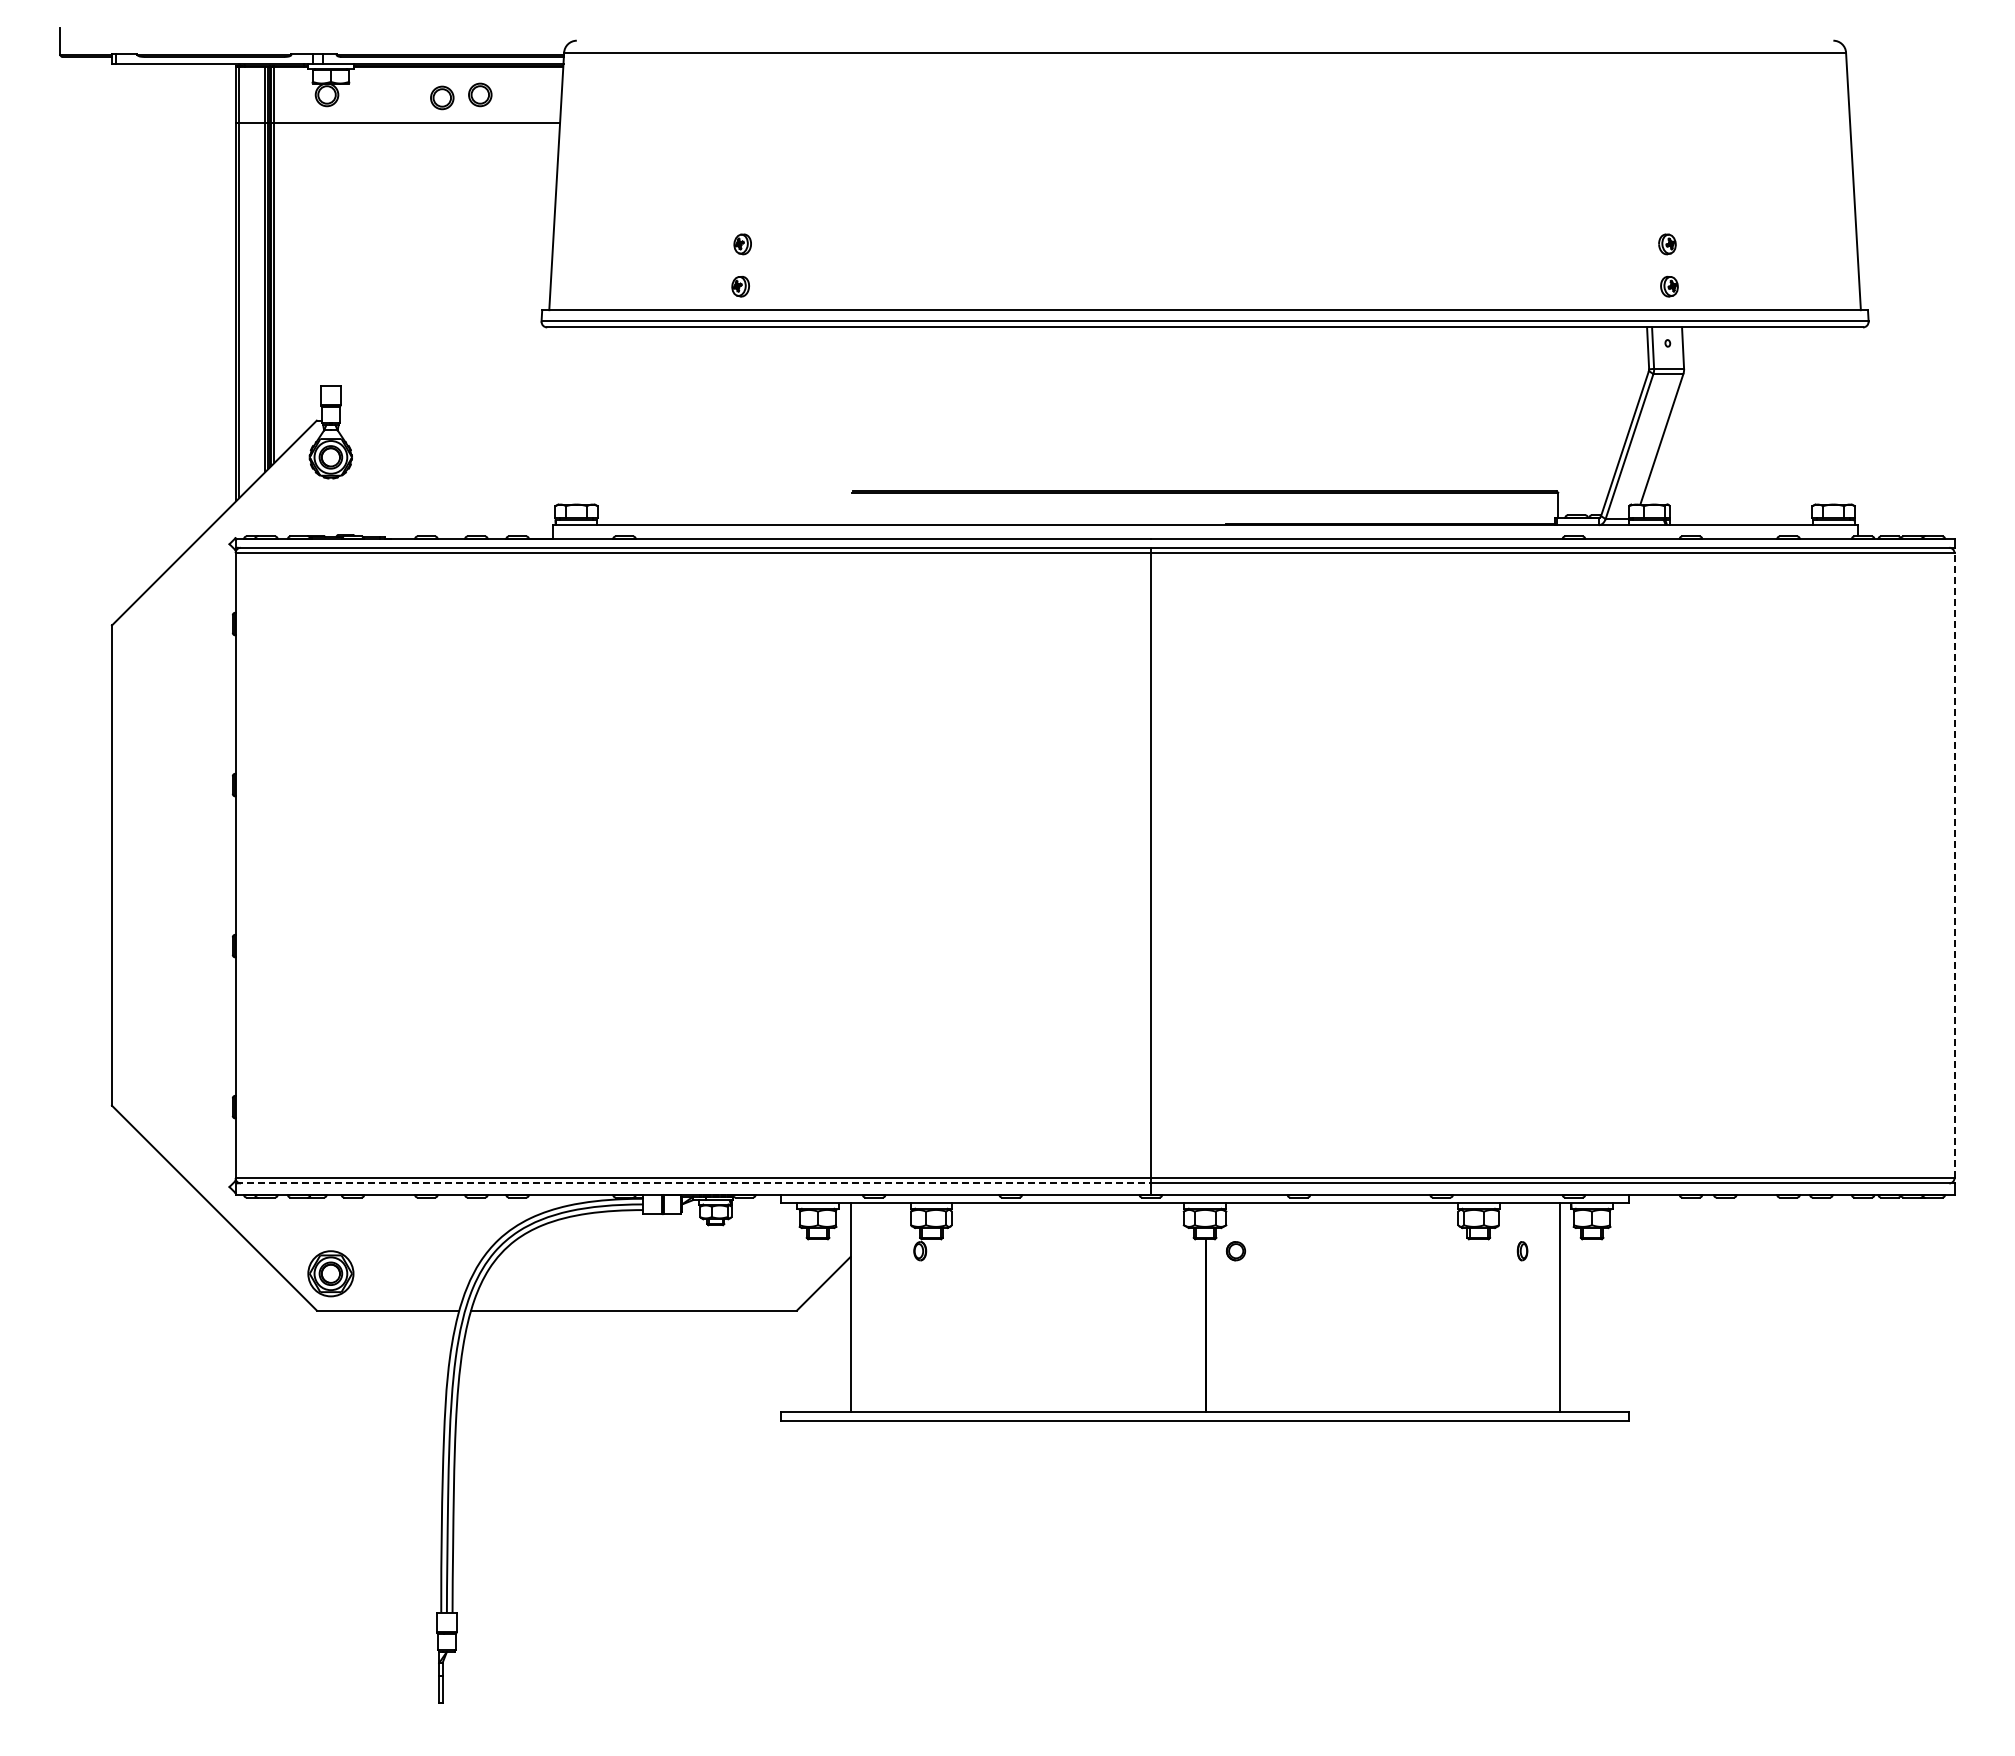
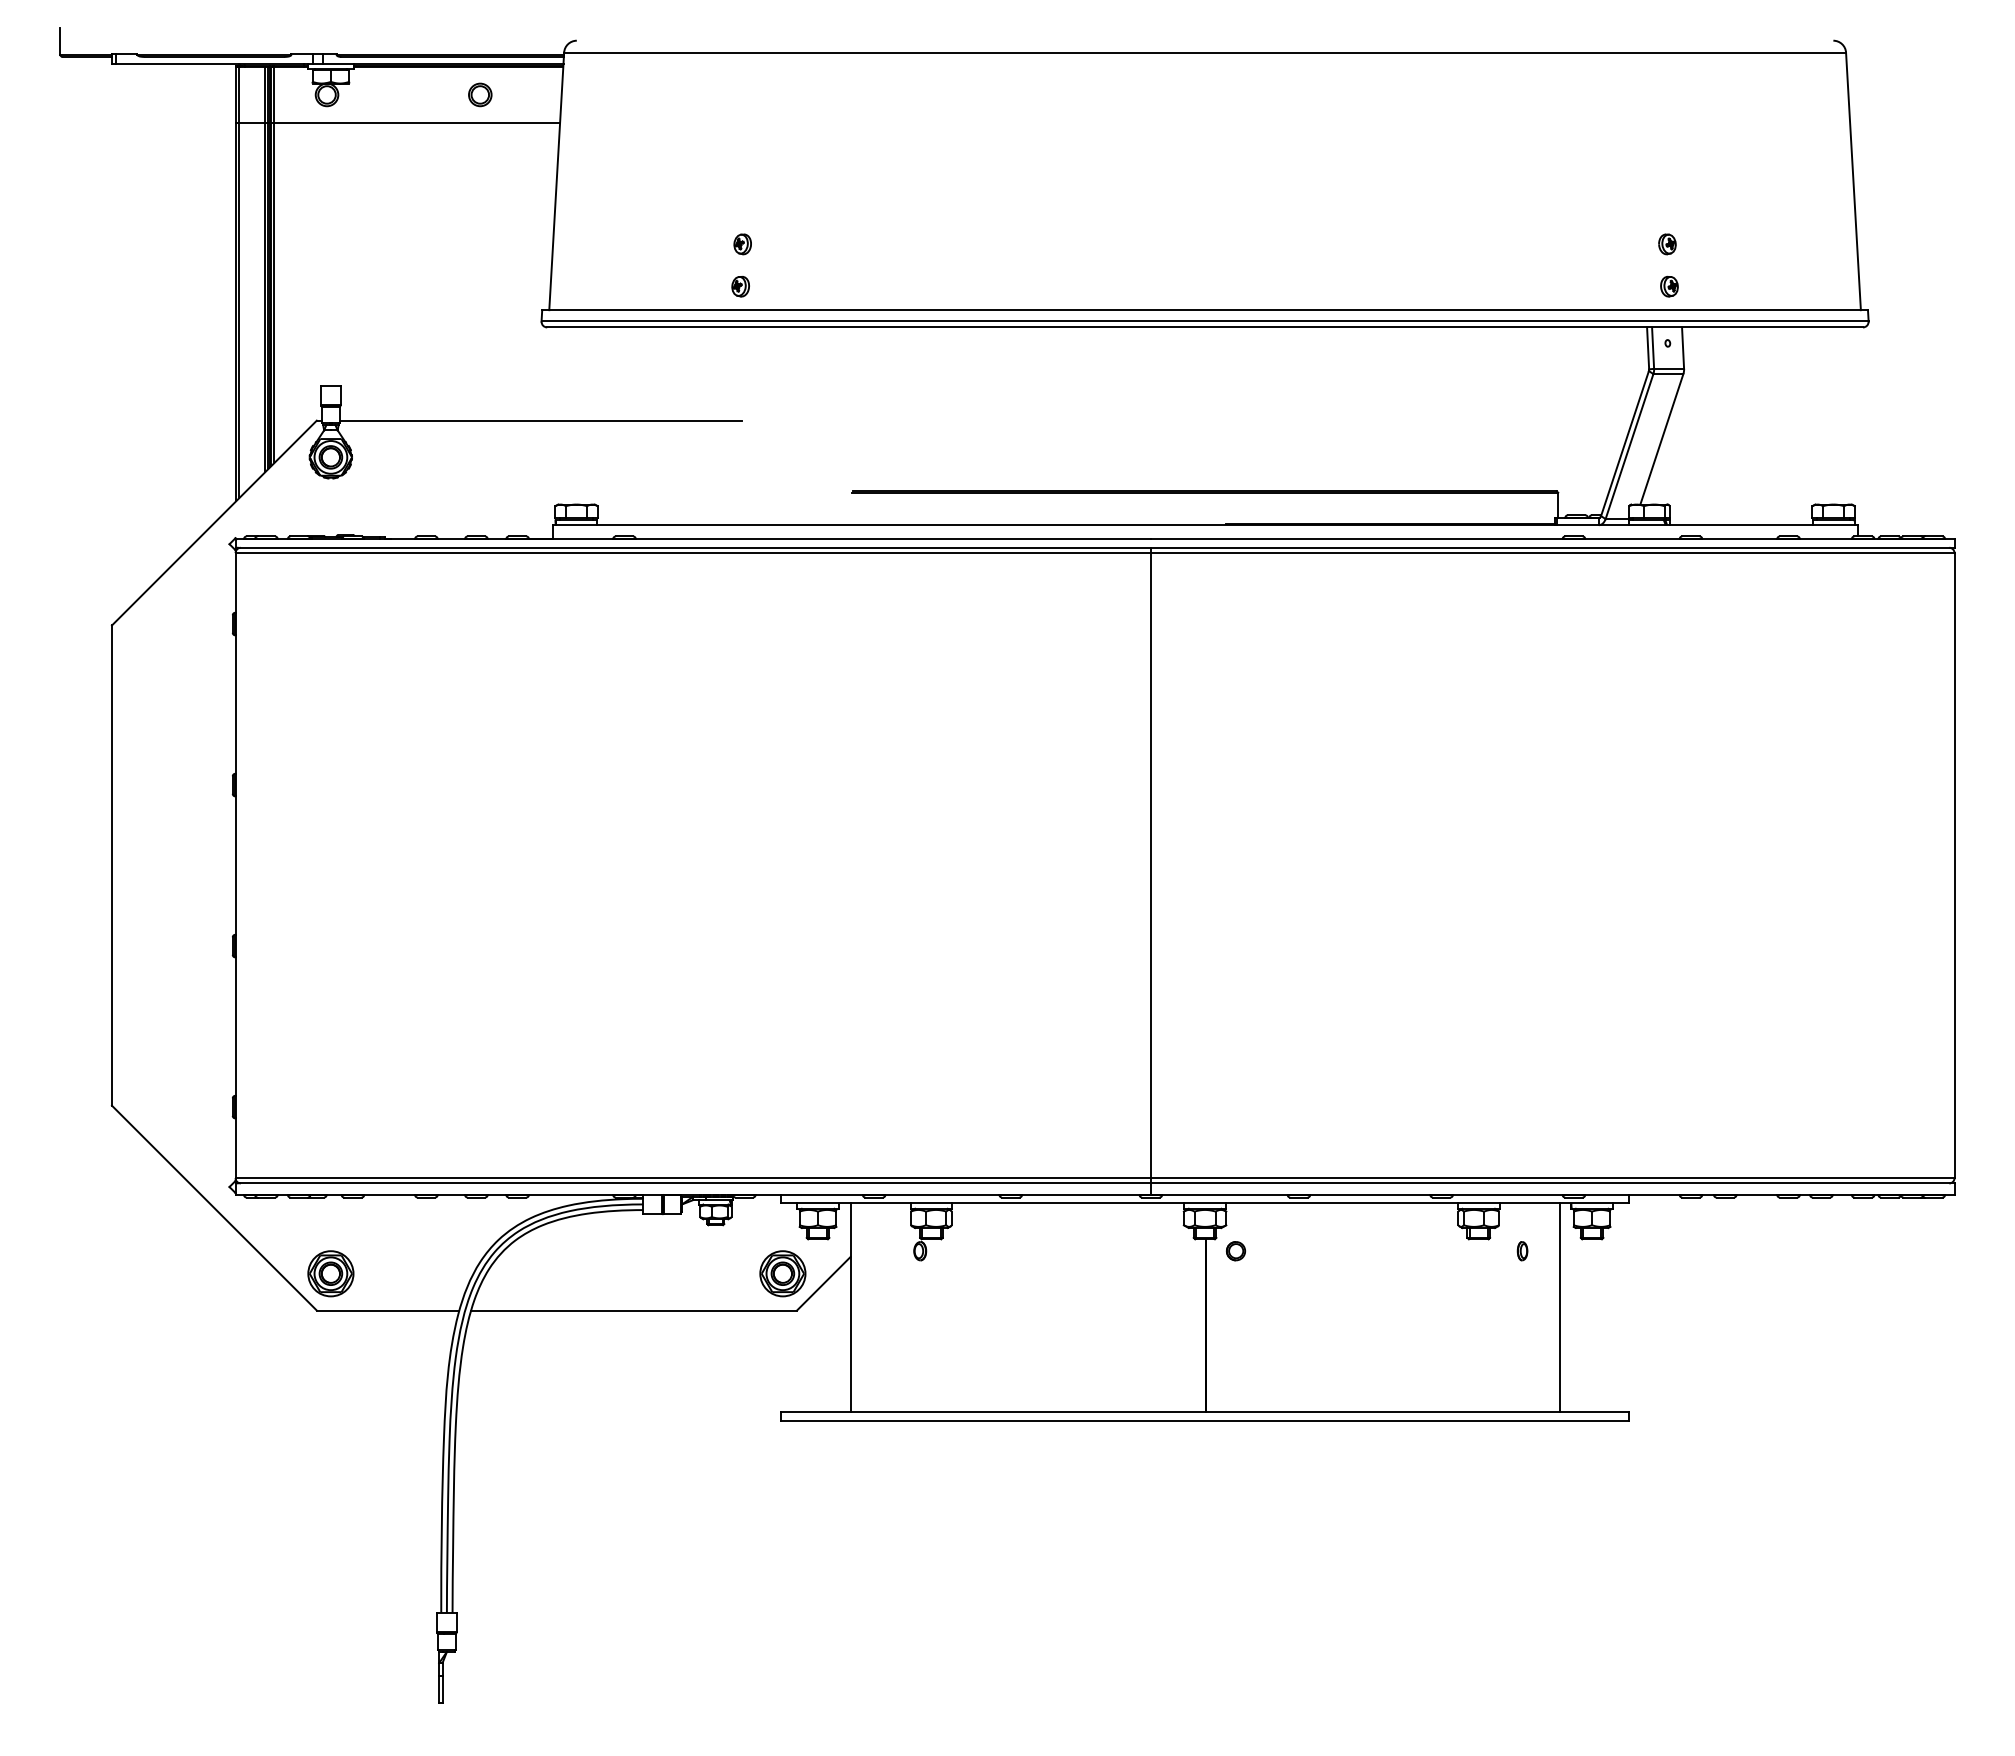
part at (442, 97): present -> none
line at (541, 420): none -> present
line at (1954, 865): dashed -> solid
line at (693, 1183): dashed -> solid
part at (782, 1273): none -> present
